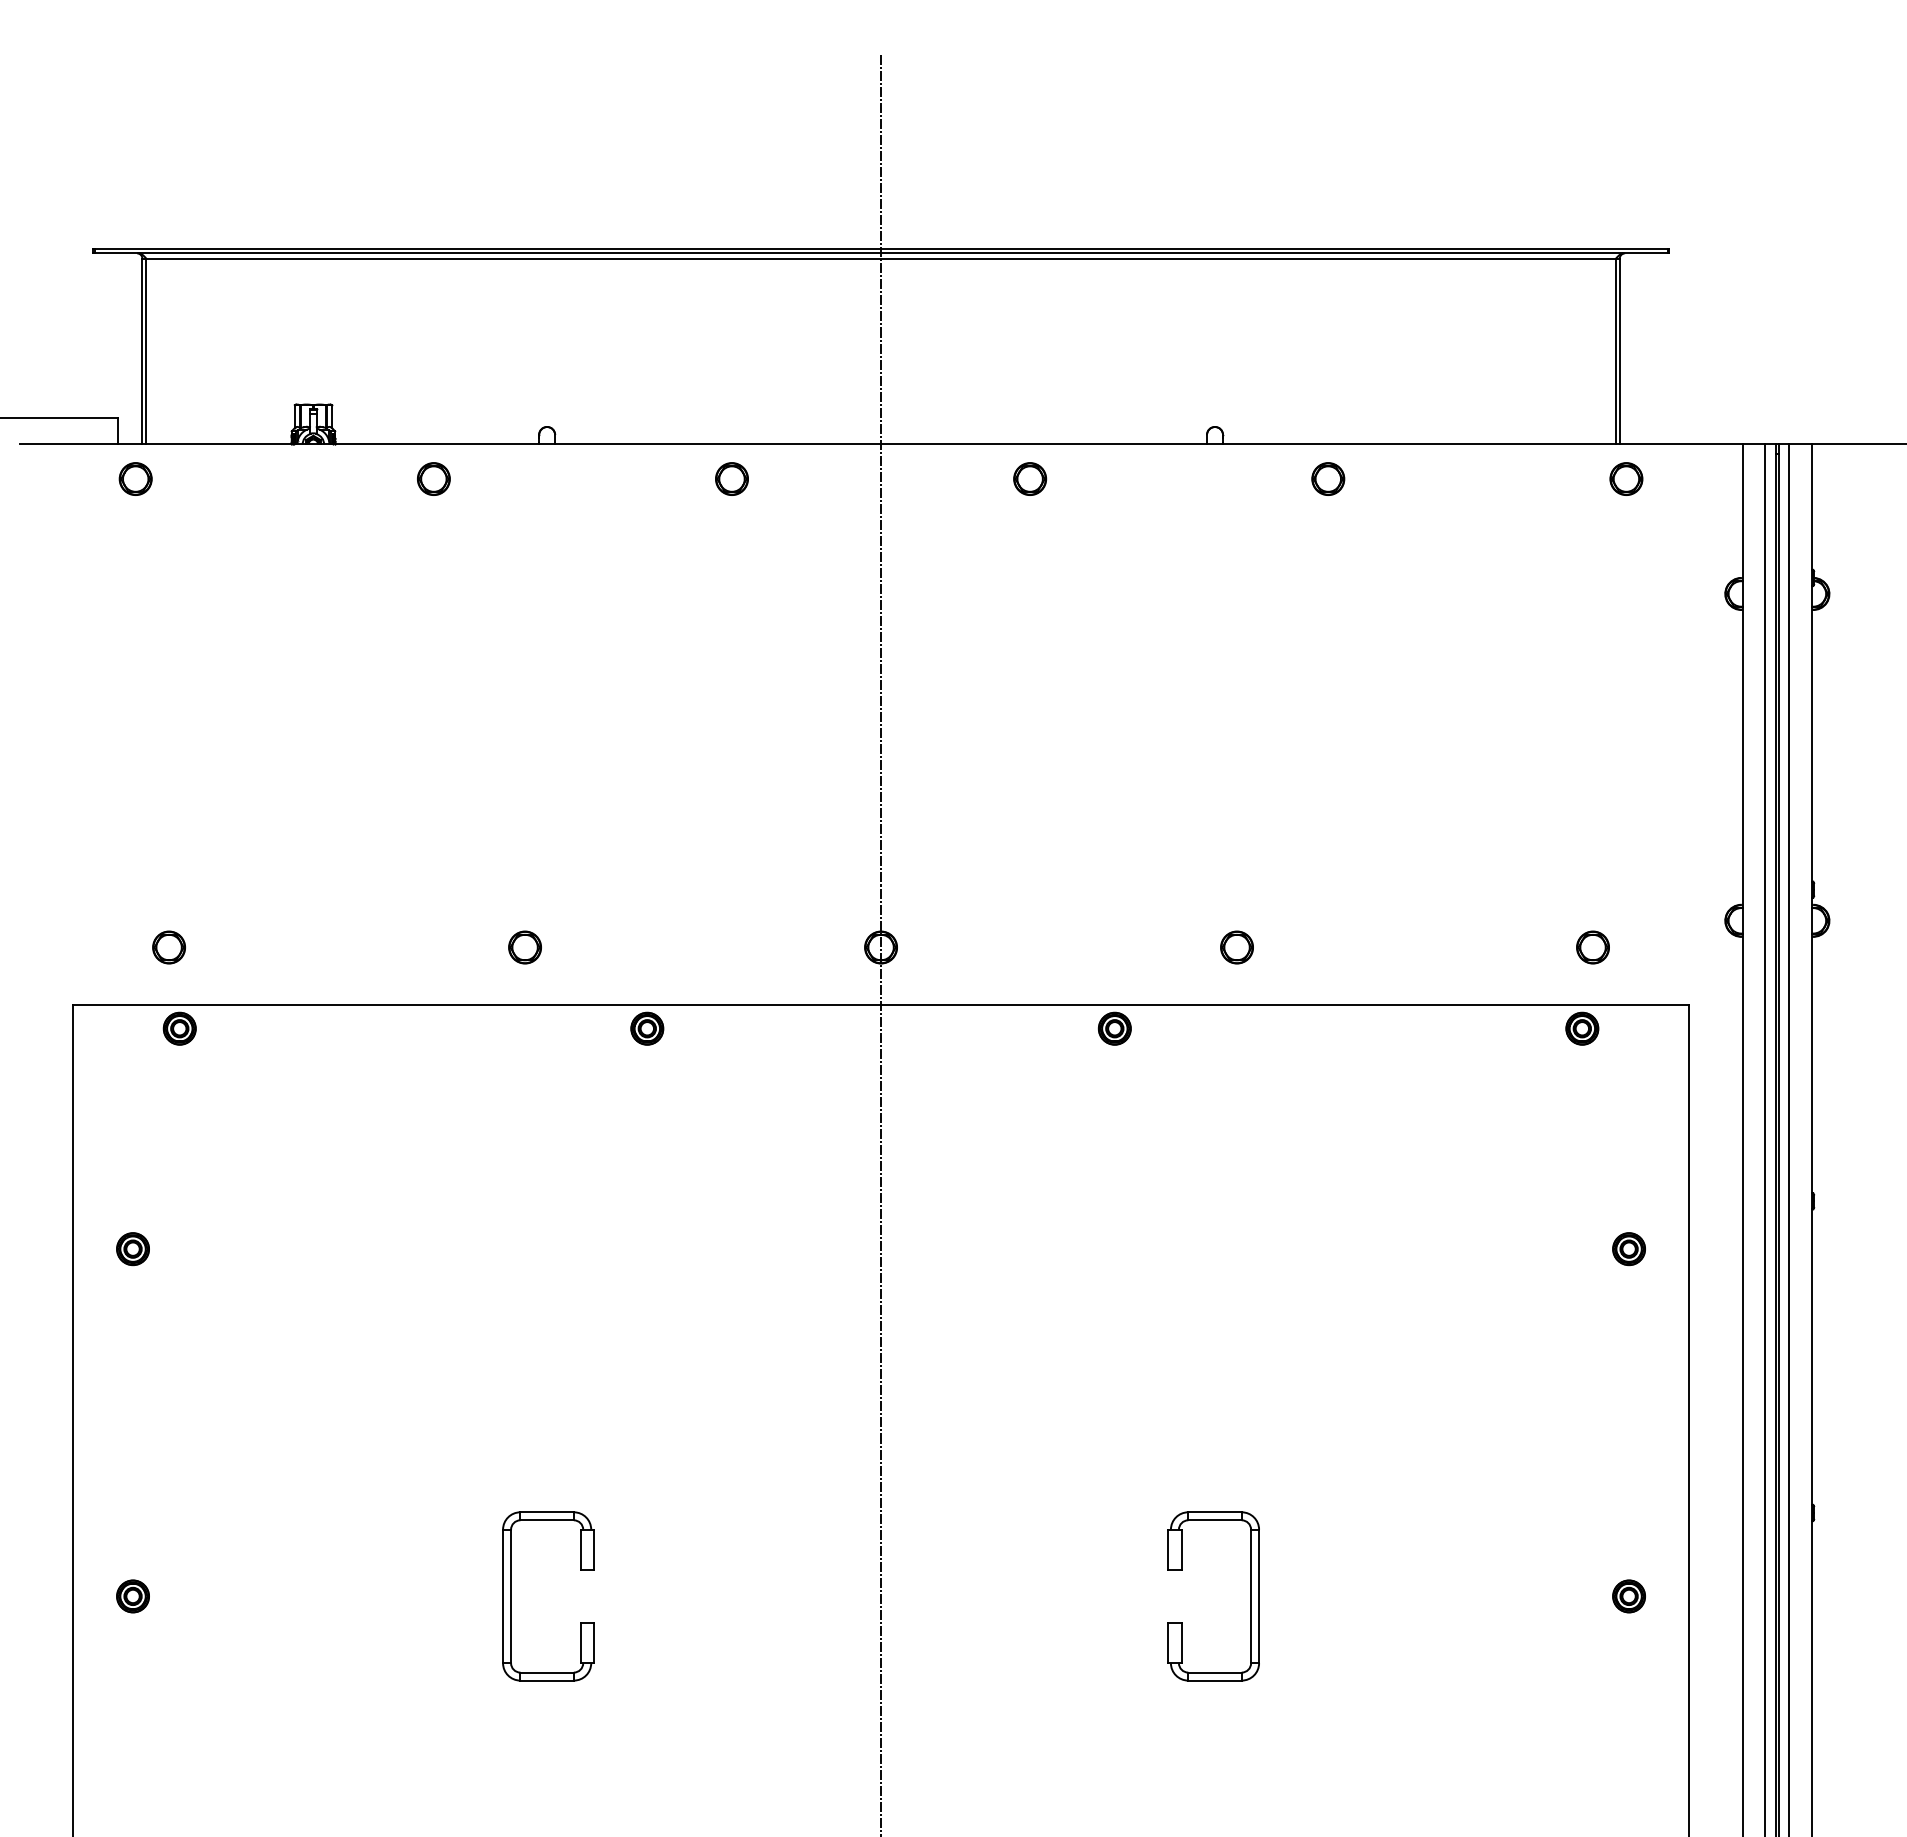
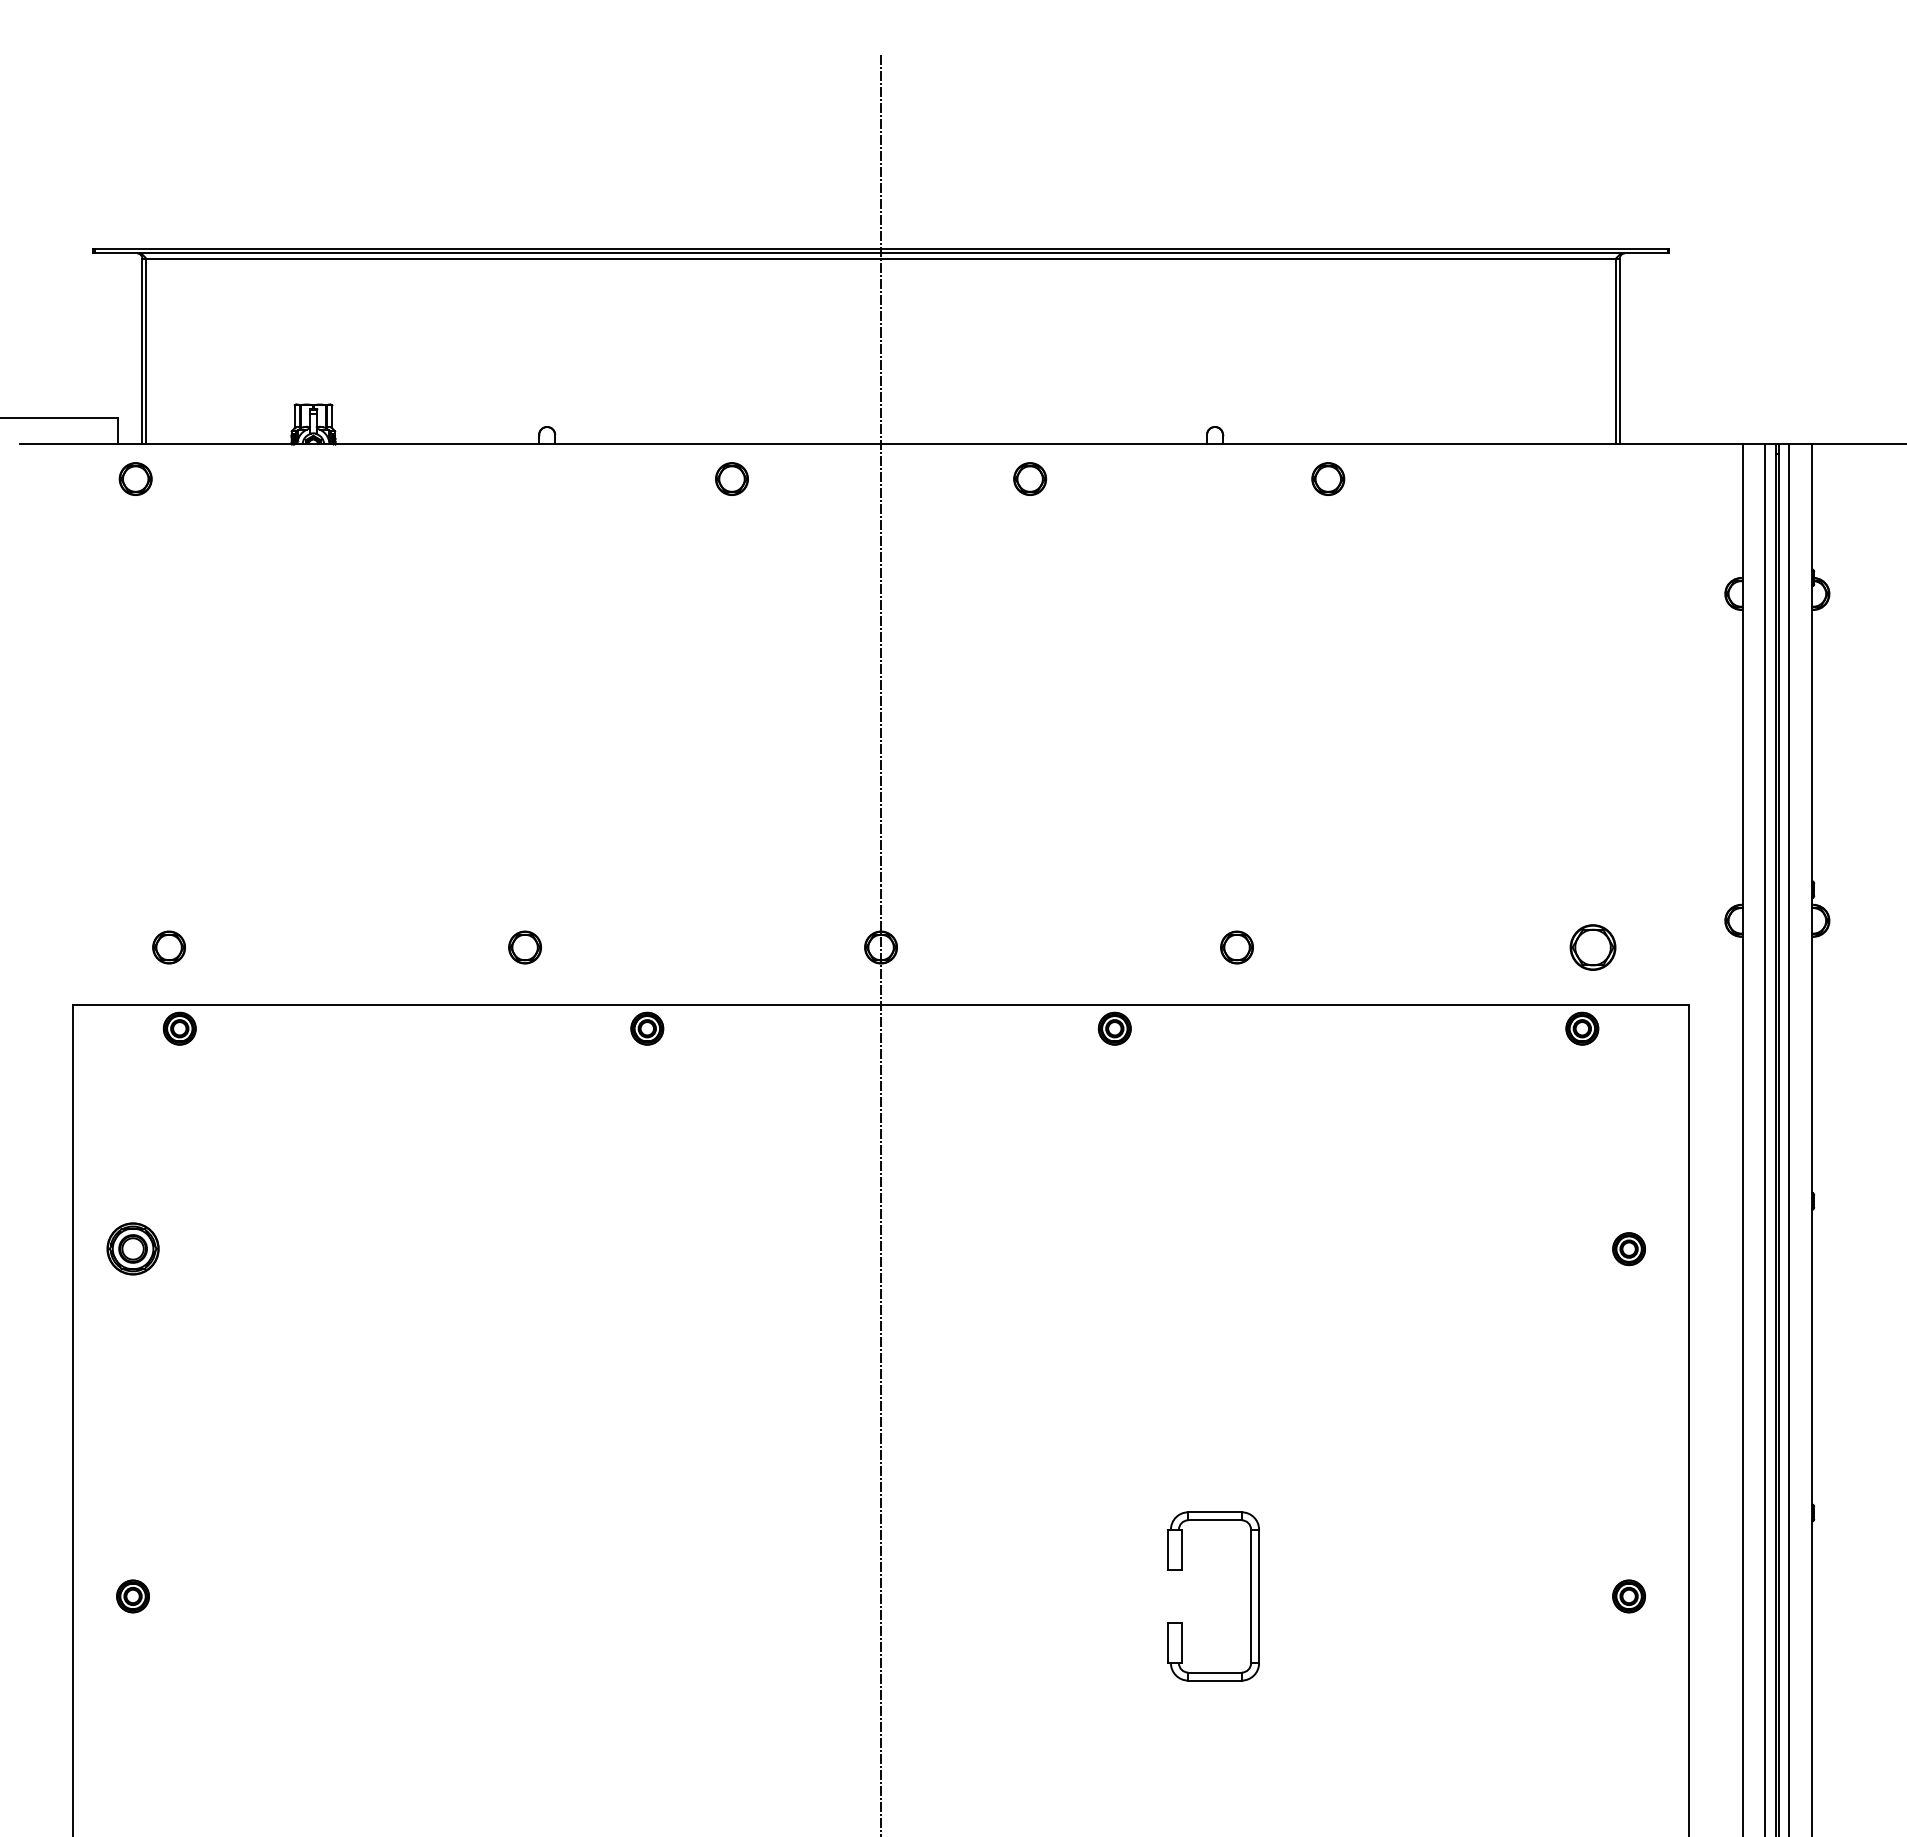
part at (433, 478): present -> none
part at (1626, 478): present -> none
part at (1592, 947) size: 34x35 px -> 48x47 px
part at (132, 1249) size: 34x35 px -> 54x54 px
part at (511, 1596): present -> none
